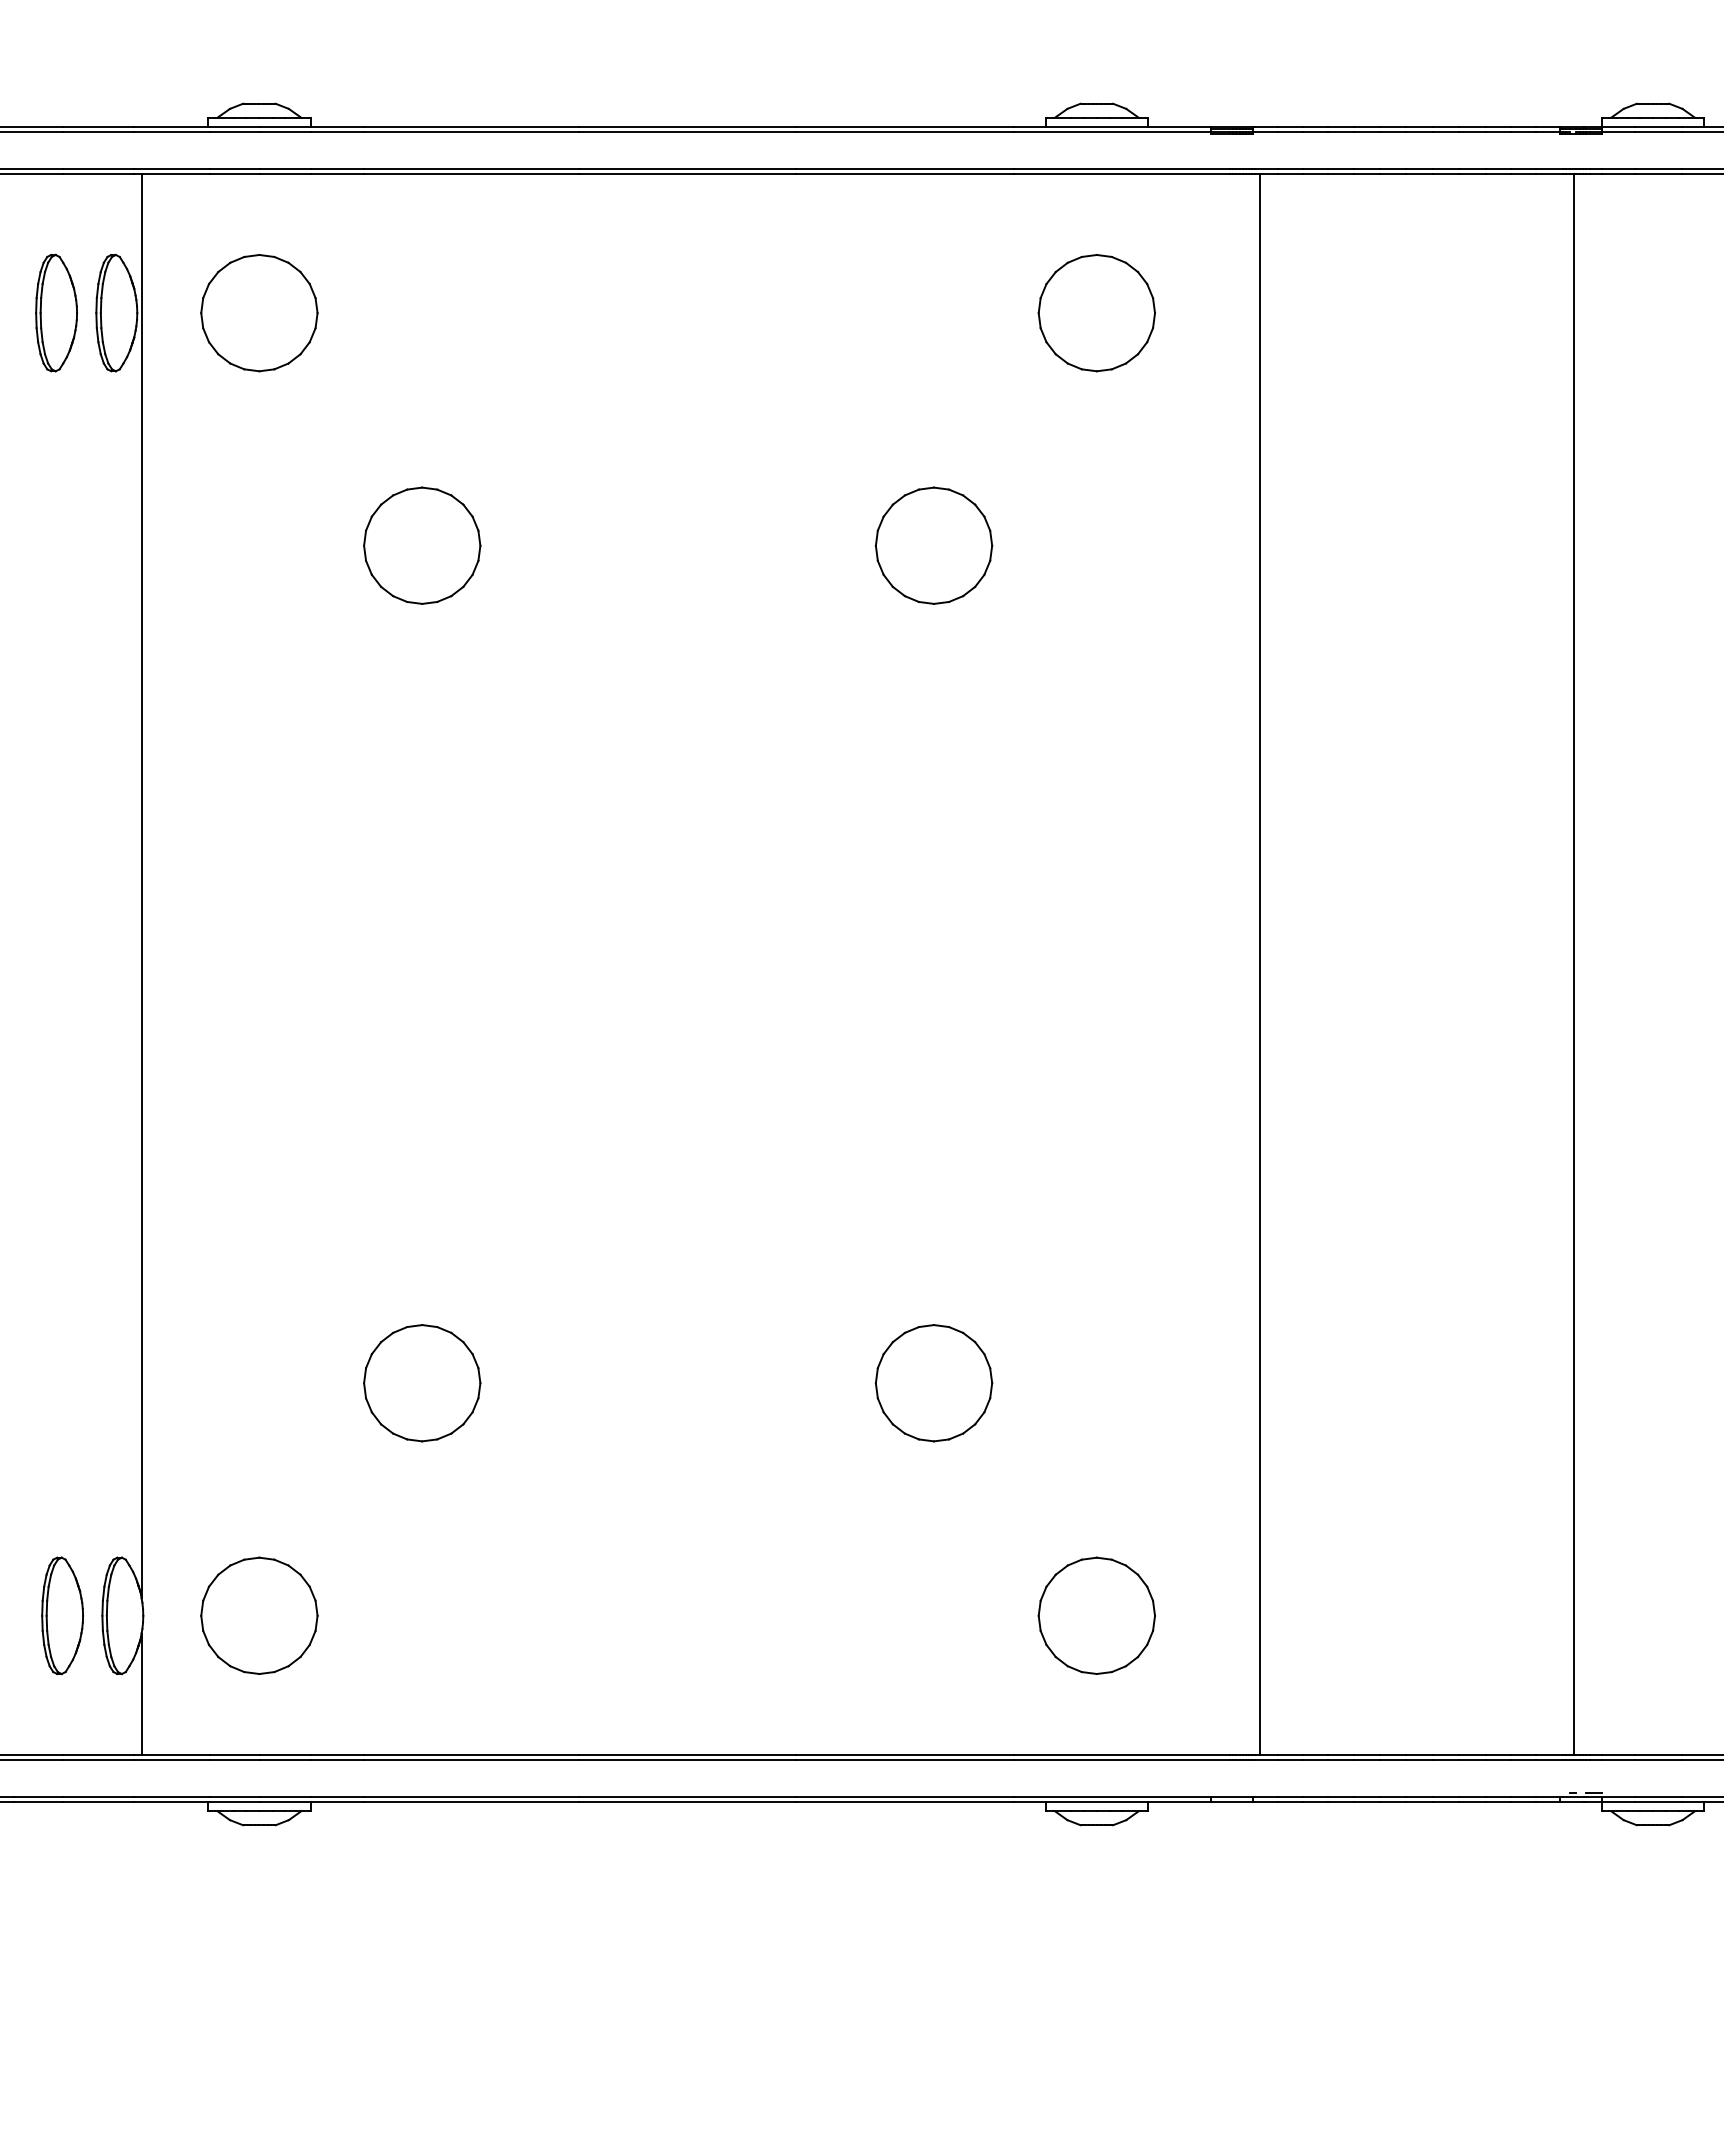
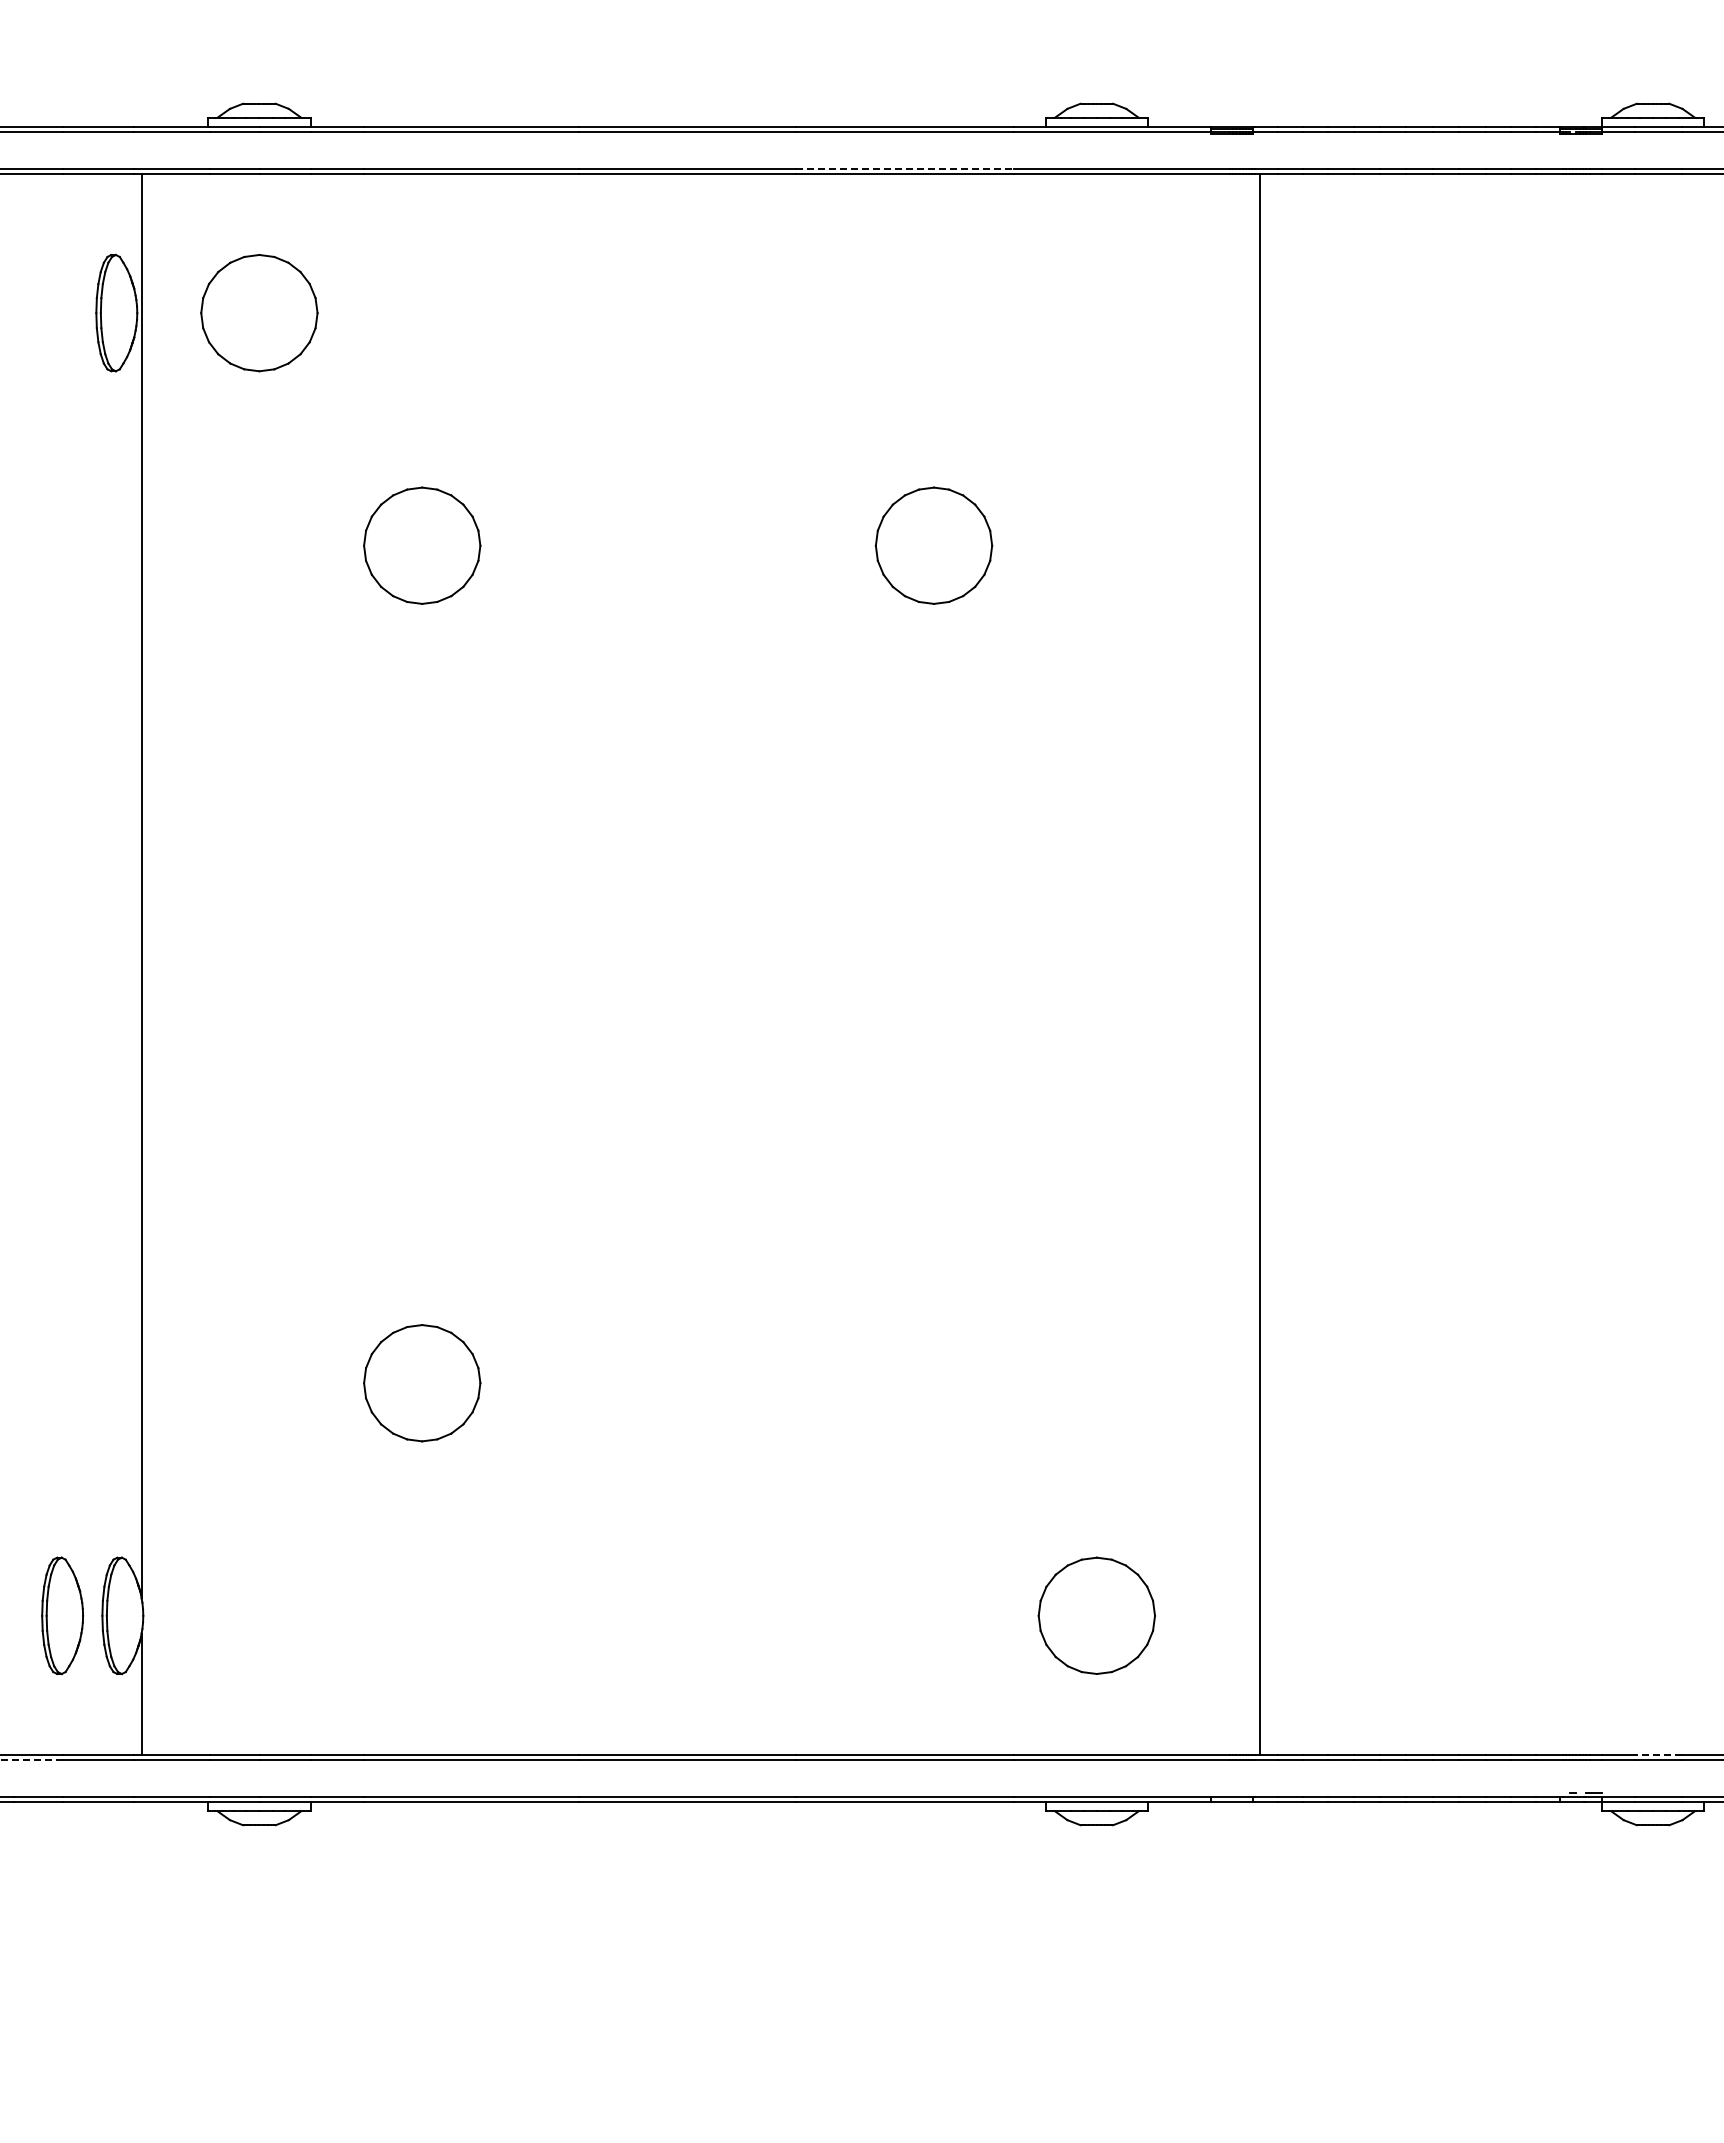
line at (905, 168): solid -> dashed
part at (56, 312): present -> none
part at (1096, 313): present -> none
line at (1574, 964): present -> none
part at (933, 1383): present -> none
part at (259, 1615): present -> none
line at (1658, 1755): solid -> dashed
line at (31, 1760): solid -> dashed
